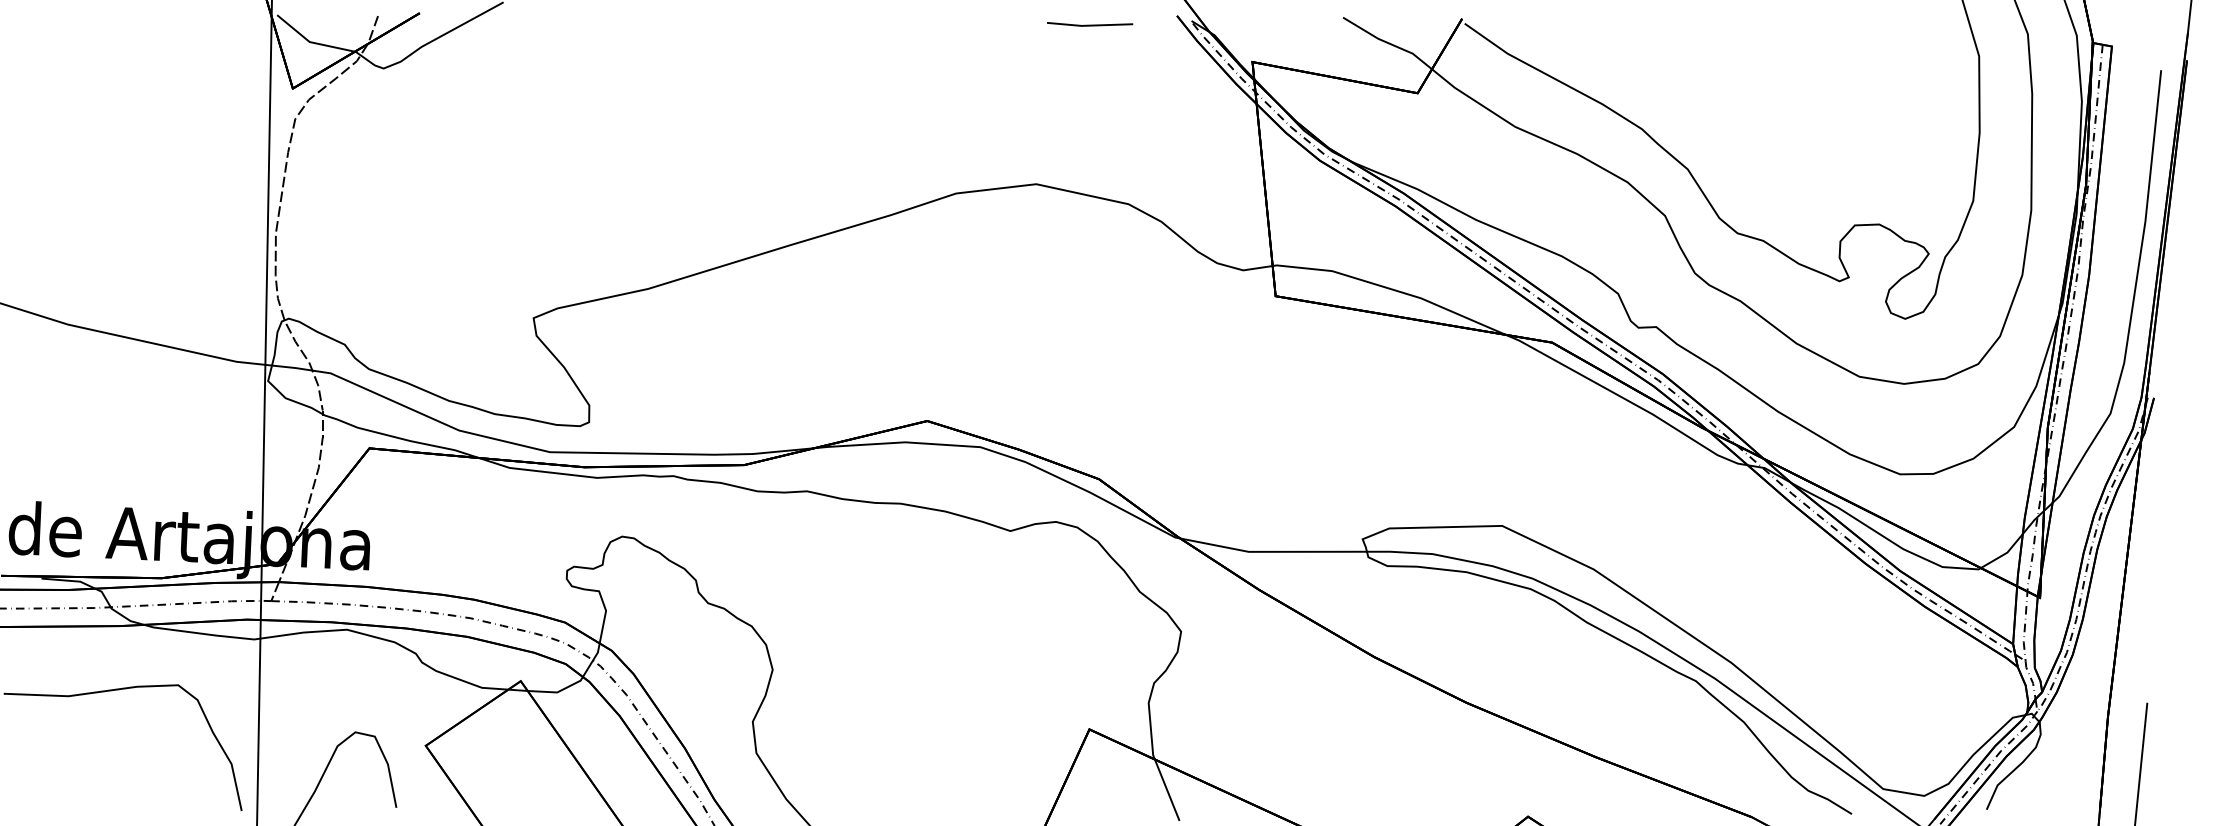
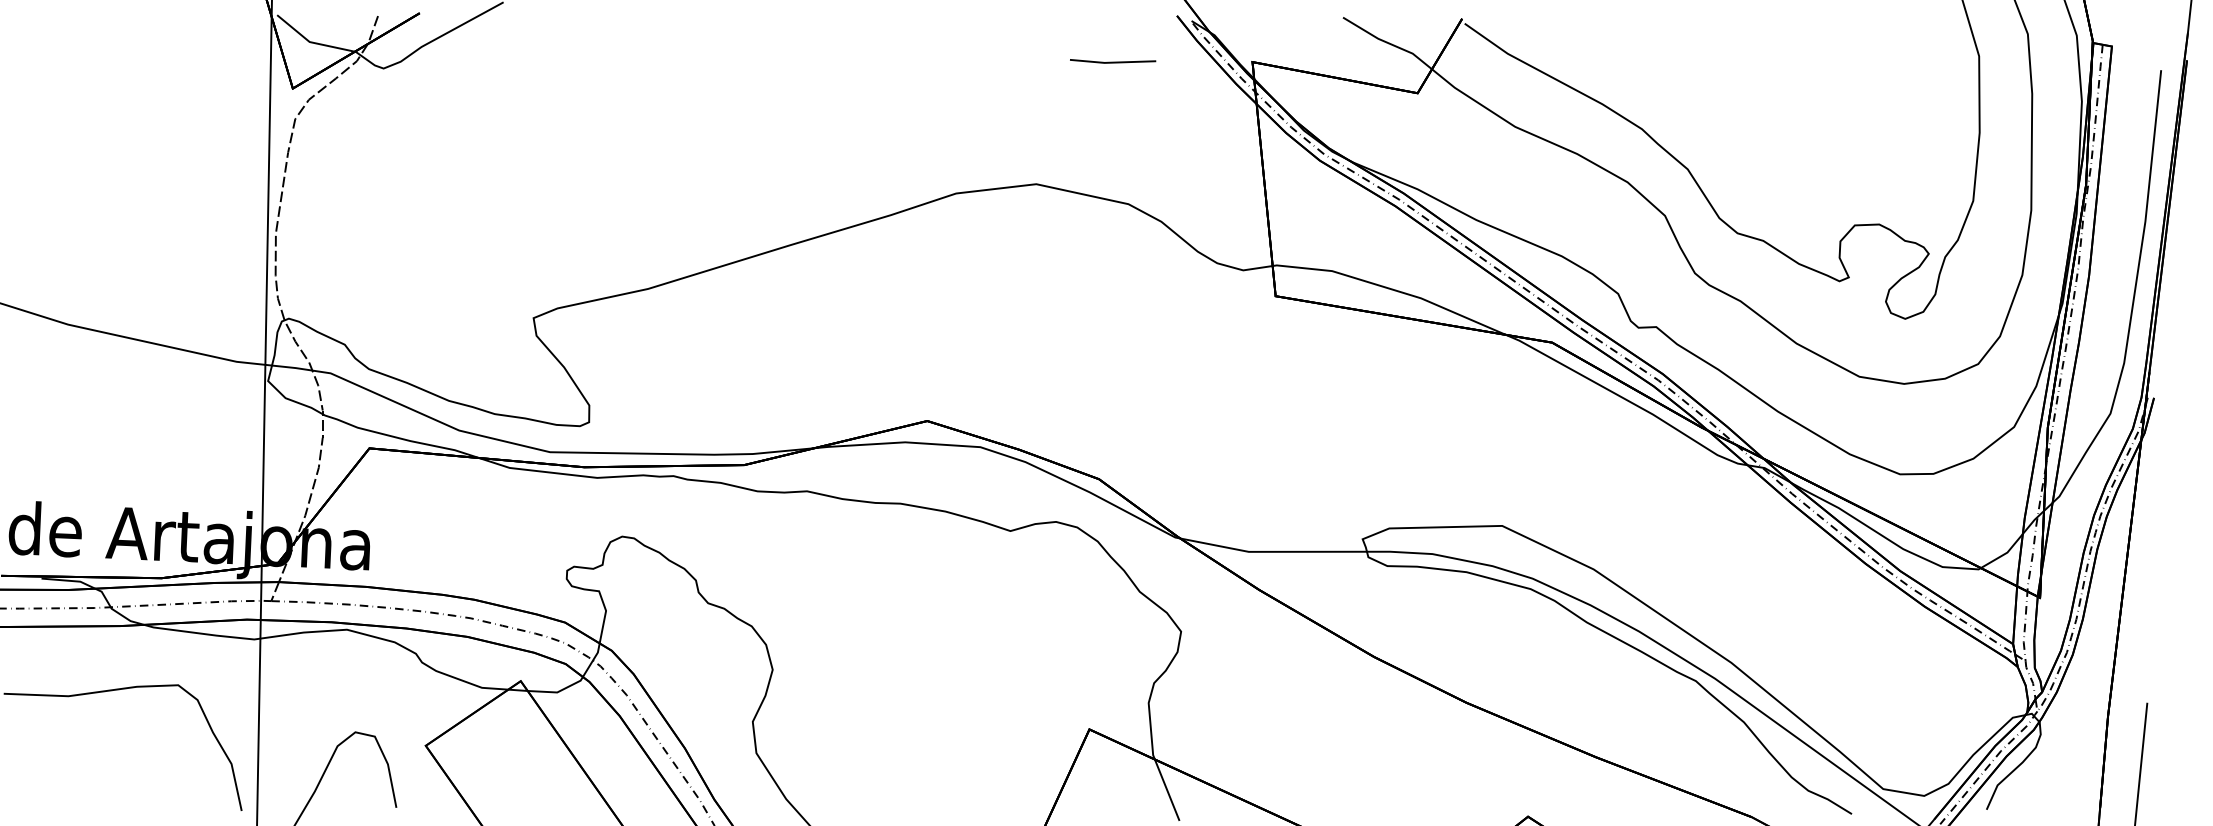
line at (1090, 24) position: (1090, 24) -> (1113, 61)
